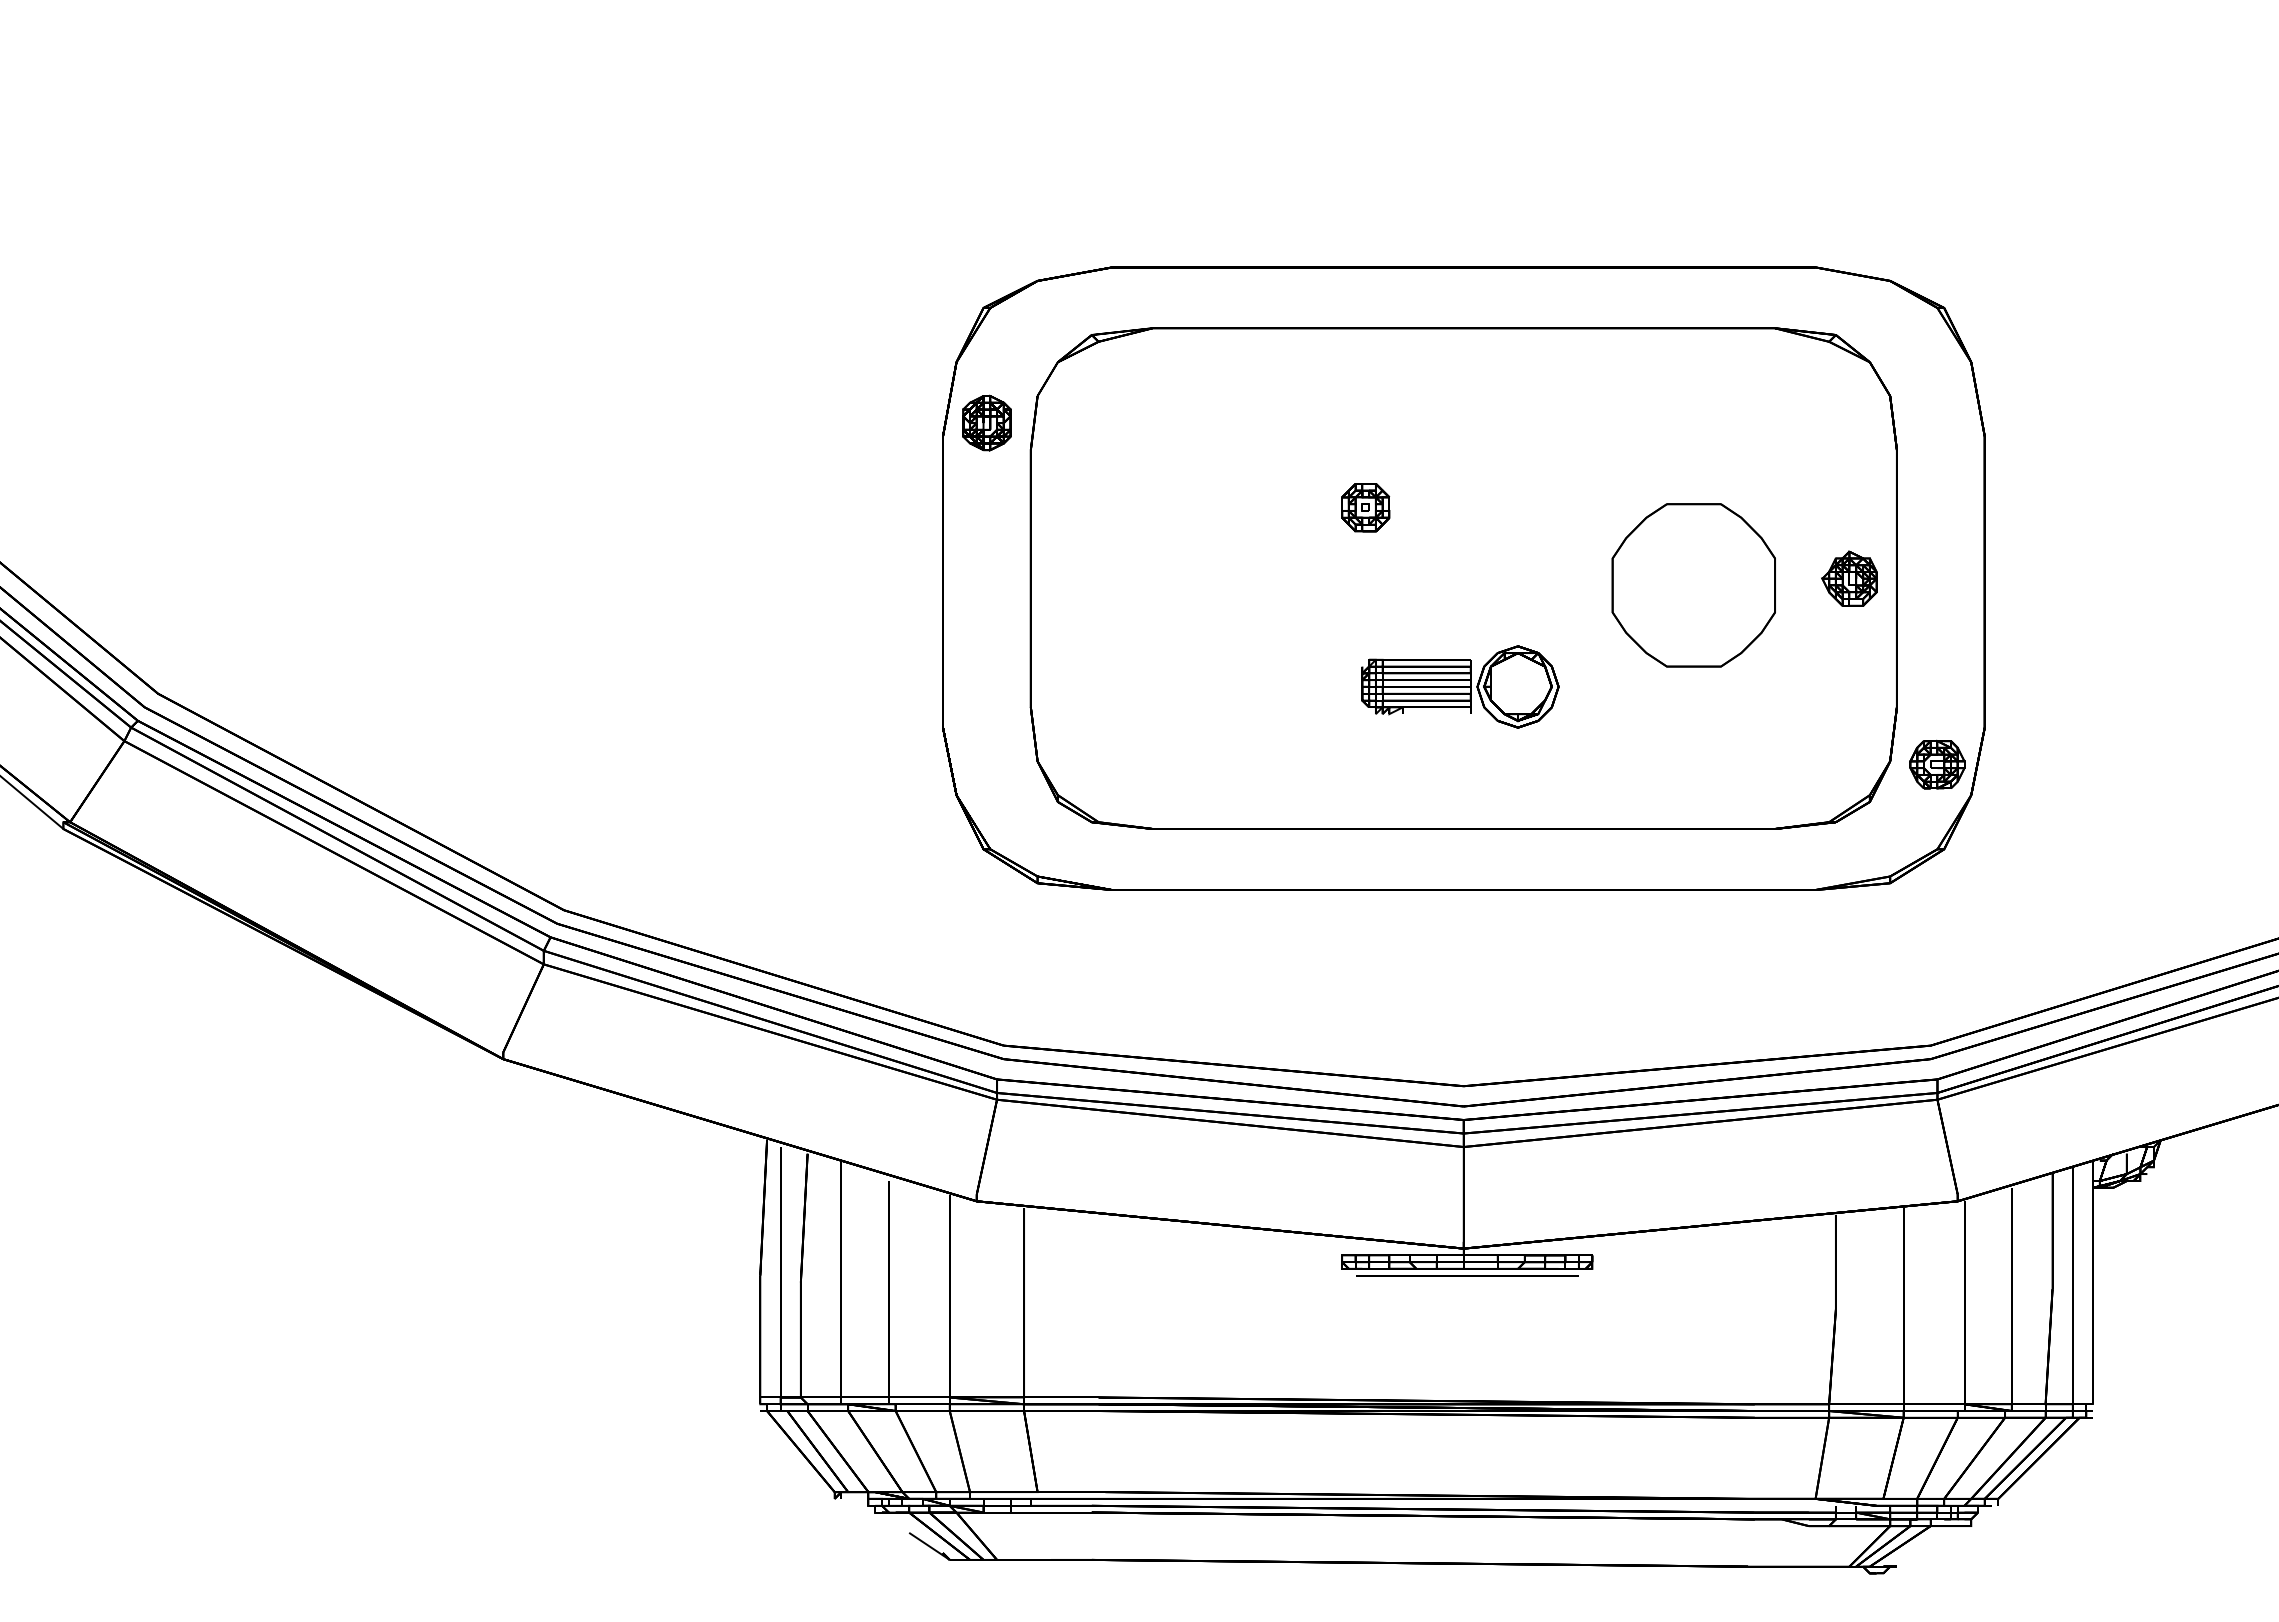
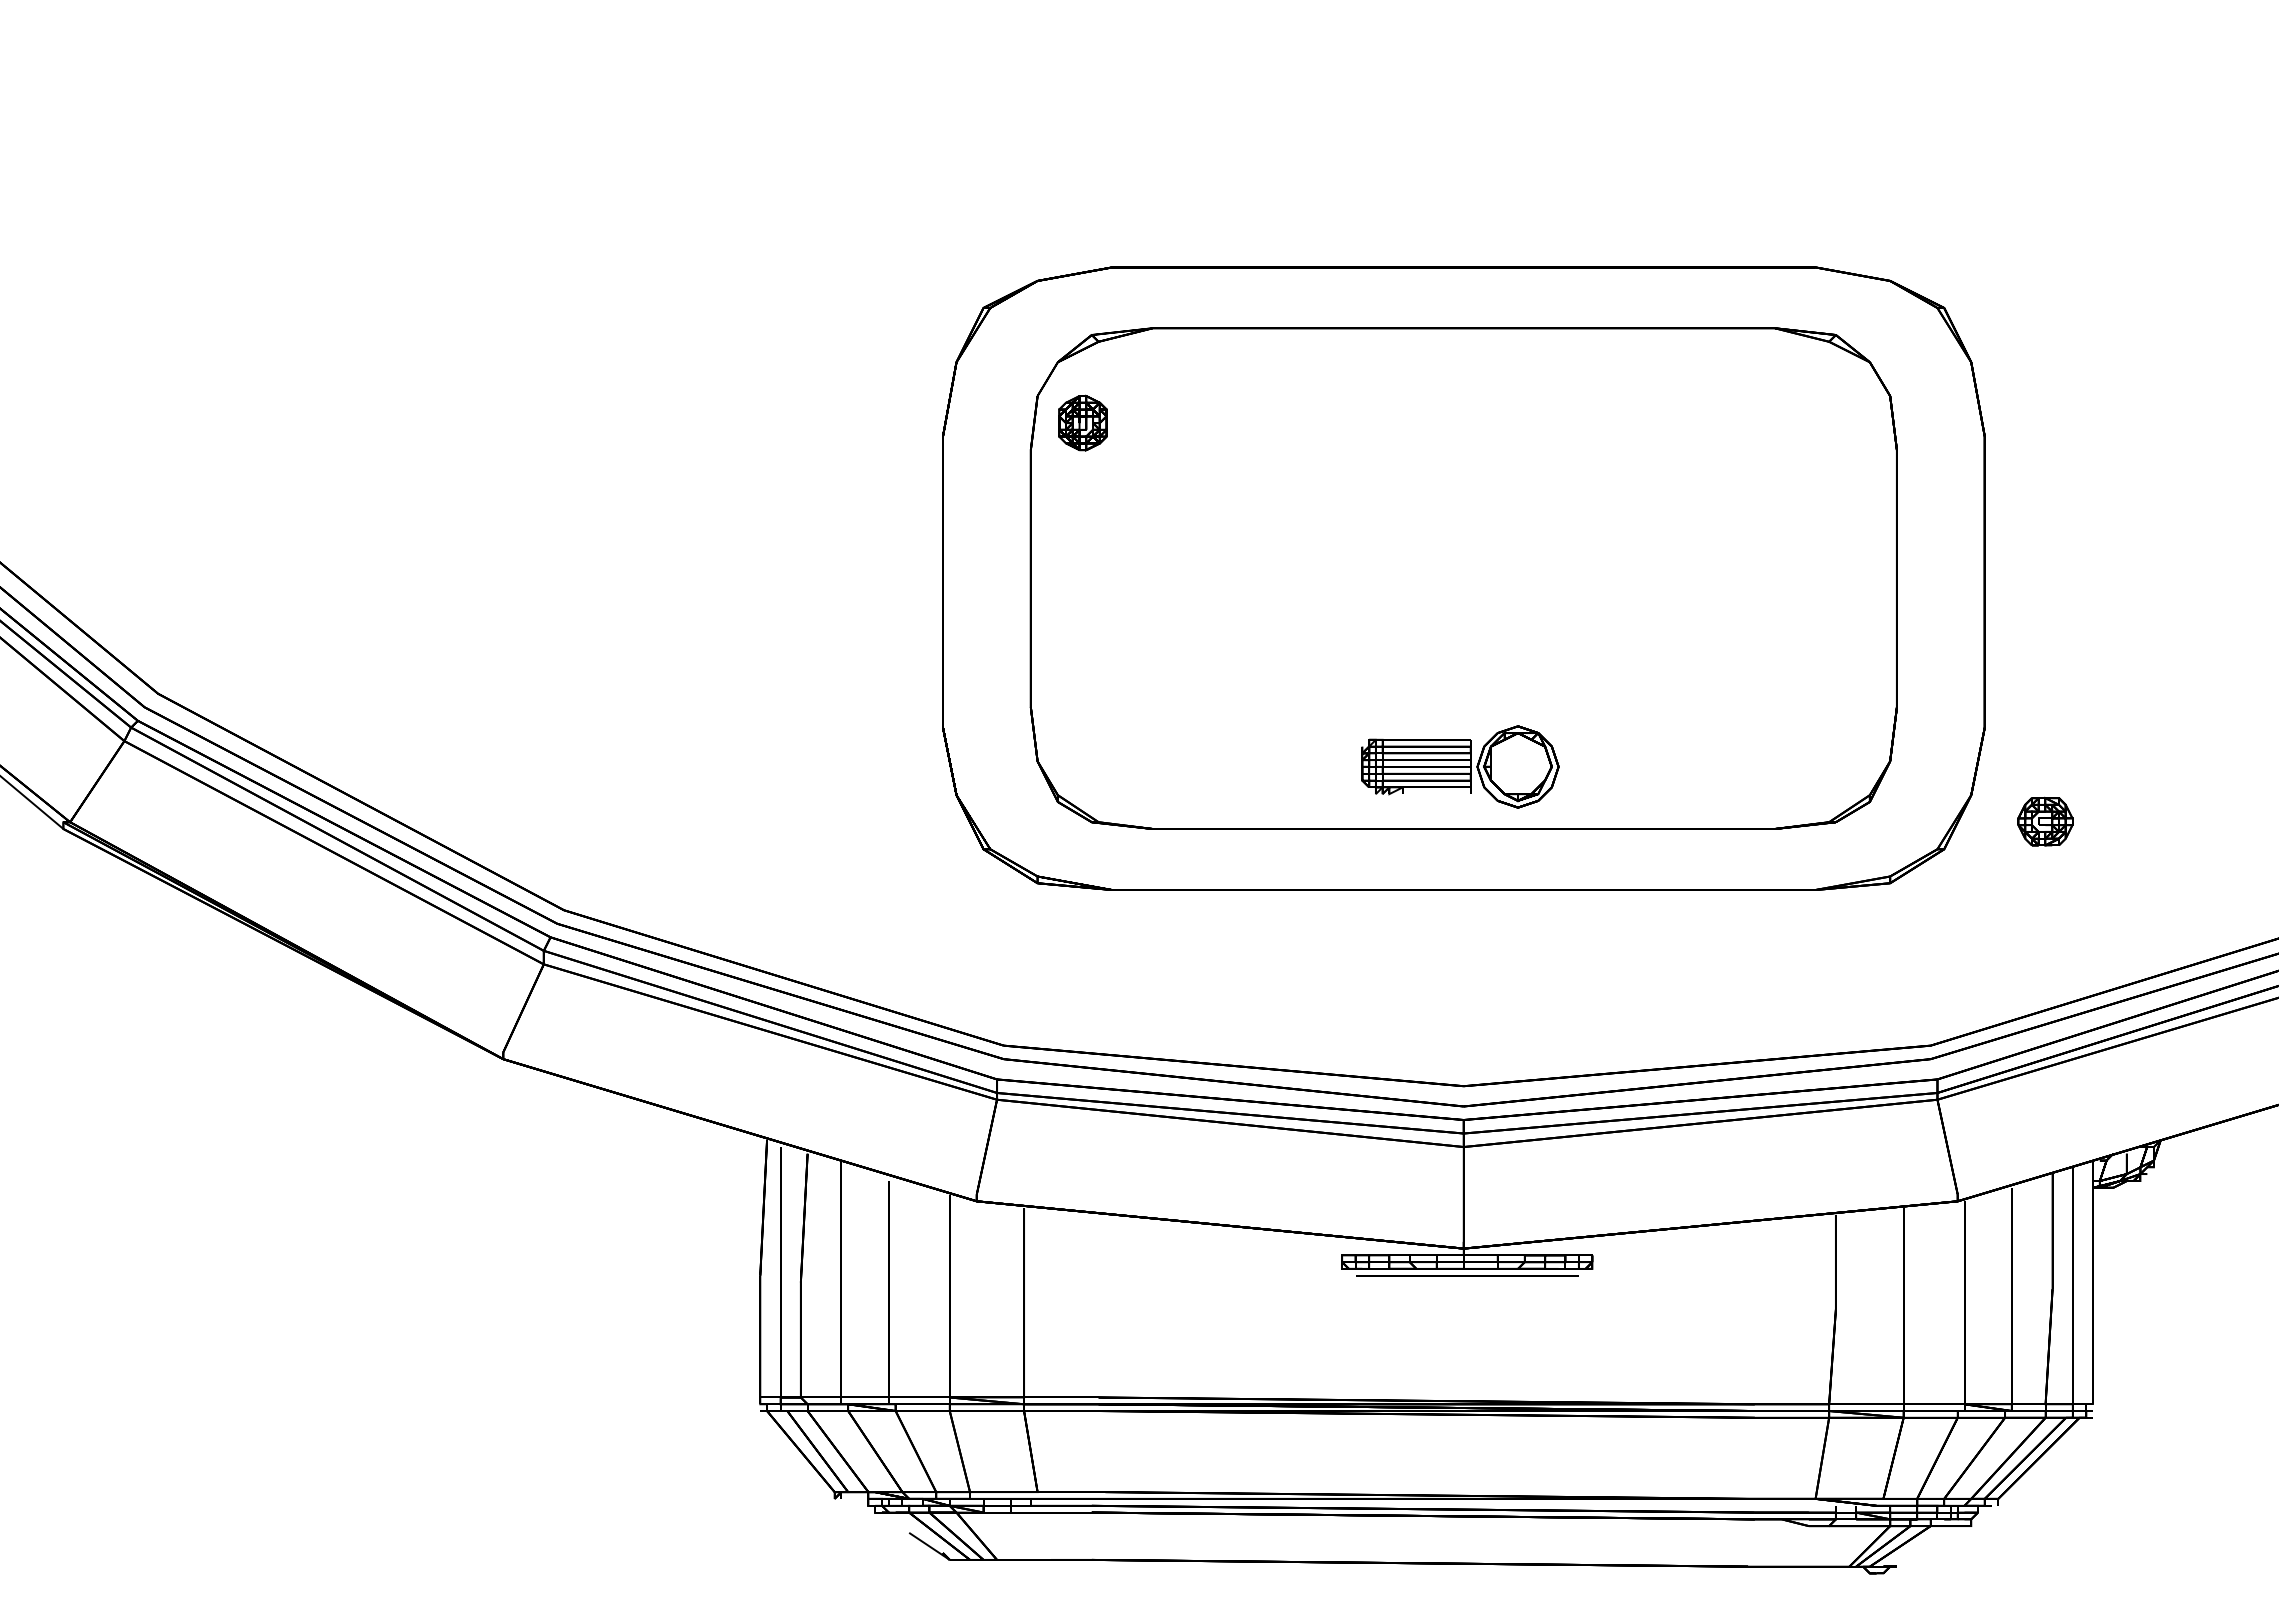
part at (986, 422) position: (986, 422) -> (1082, 422)
part at (1365, 507): present -> none
part at (1849, 578): present -> none
part at (1693, 585): present -> none
part at (1460, 686) position: (1460, 686) -> (1460, 766)
part at (1937, 764) position: (1937, 764) -> (2045, 821)
